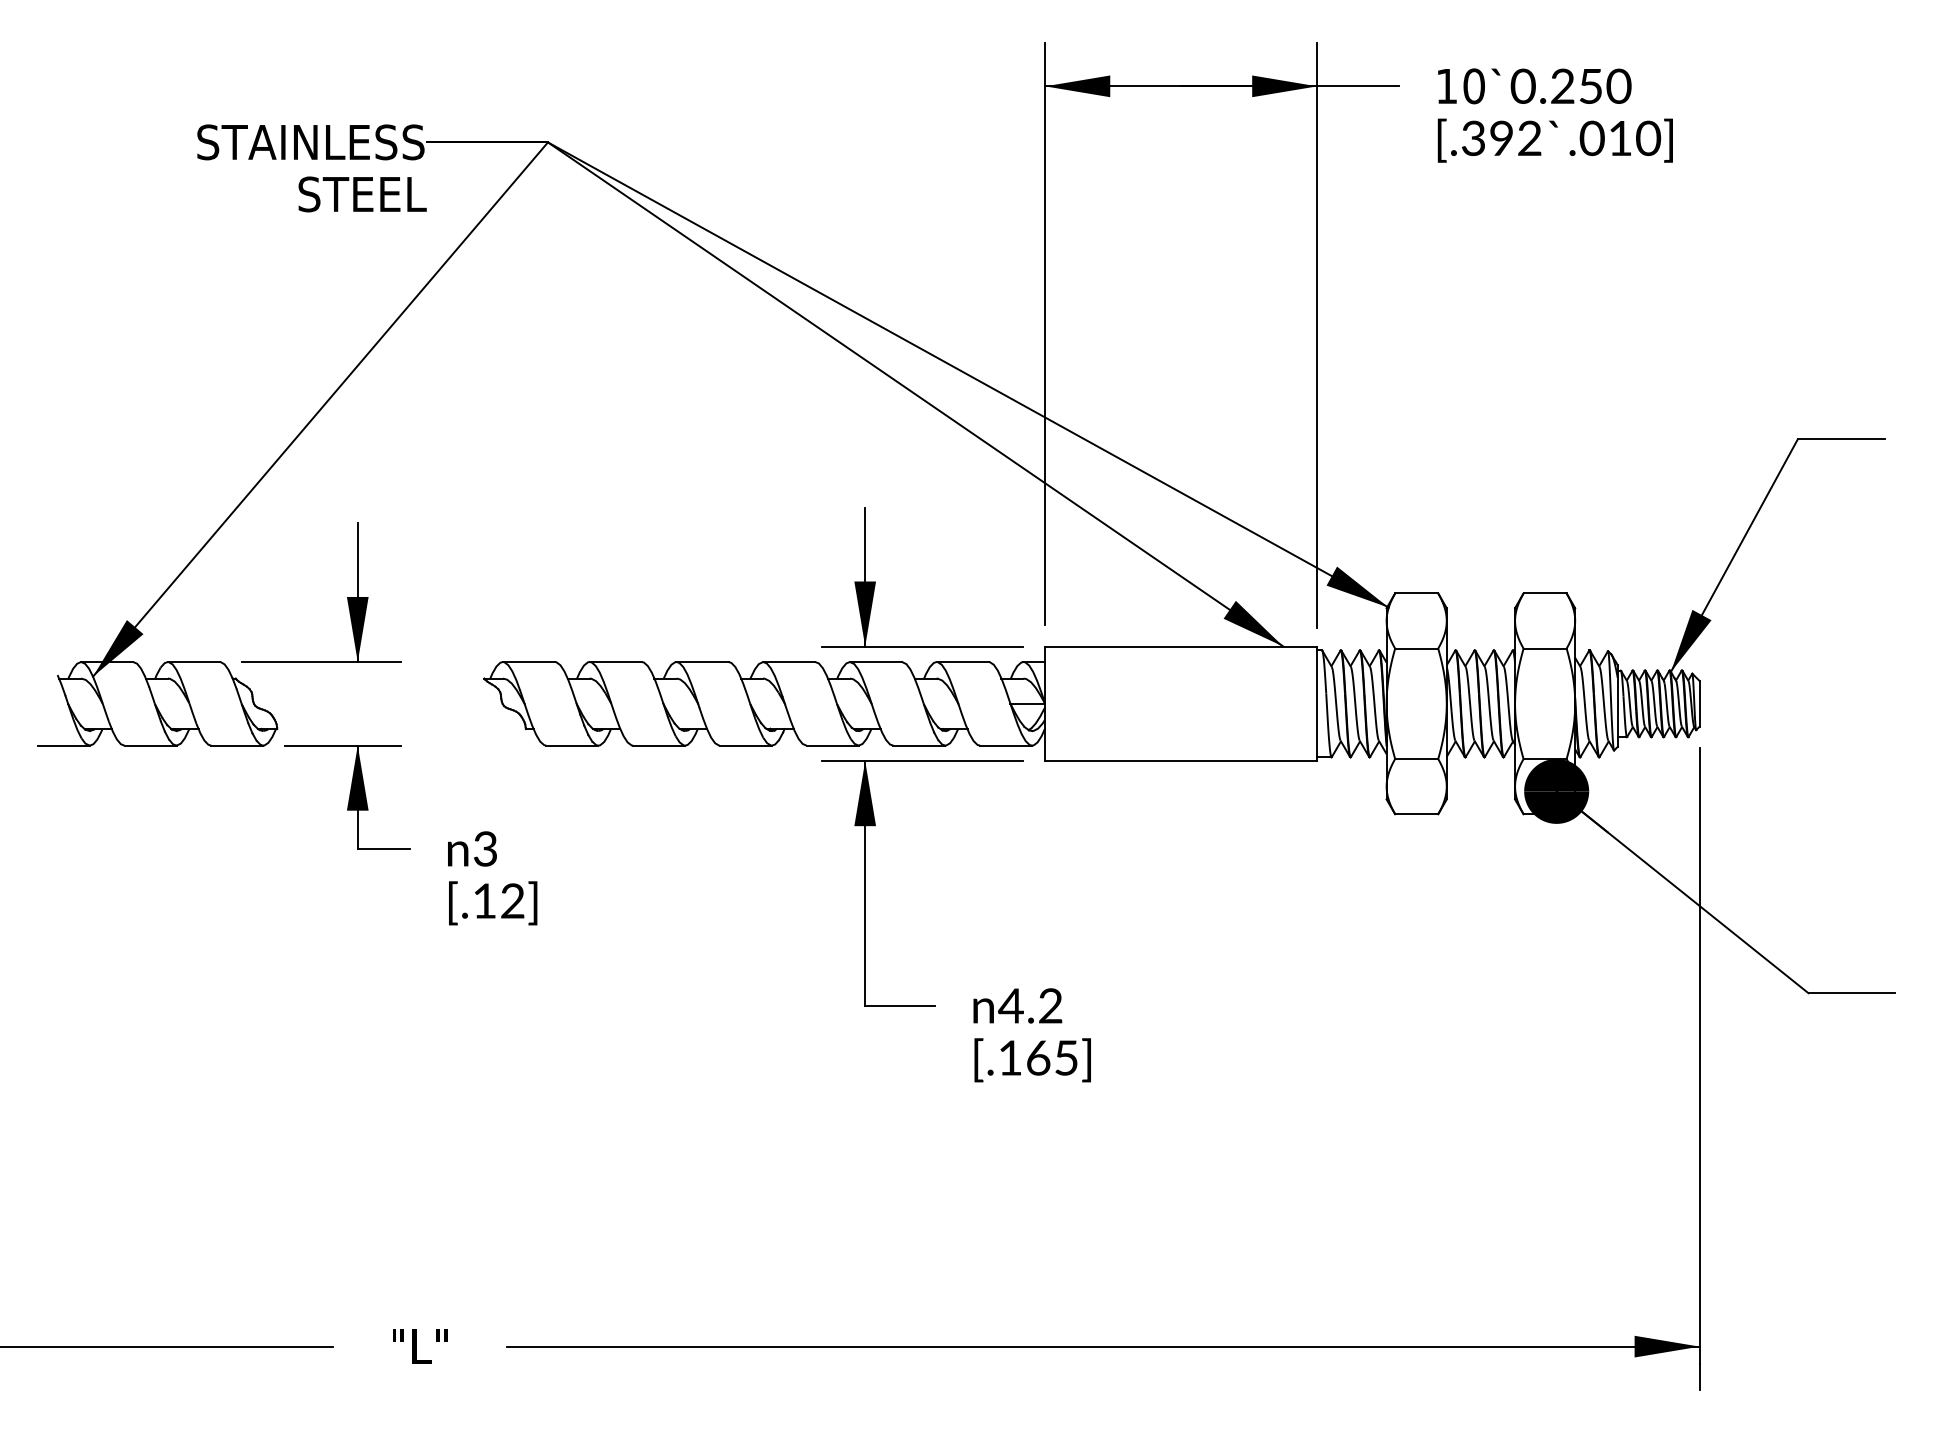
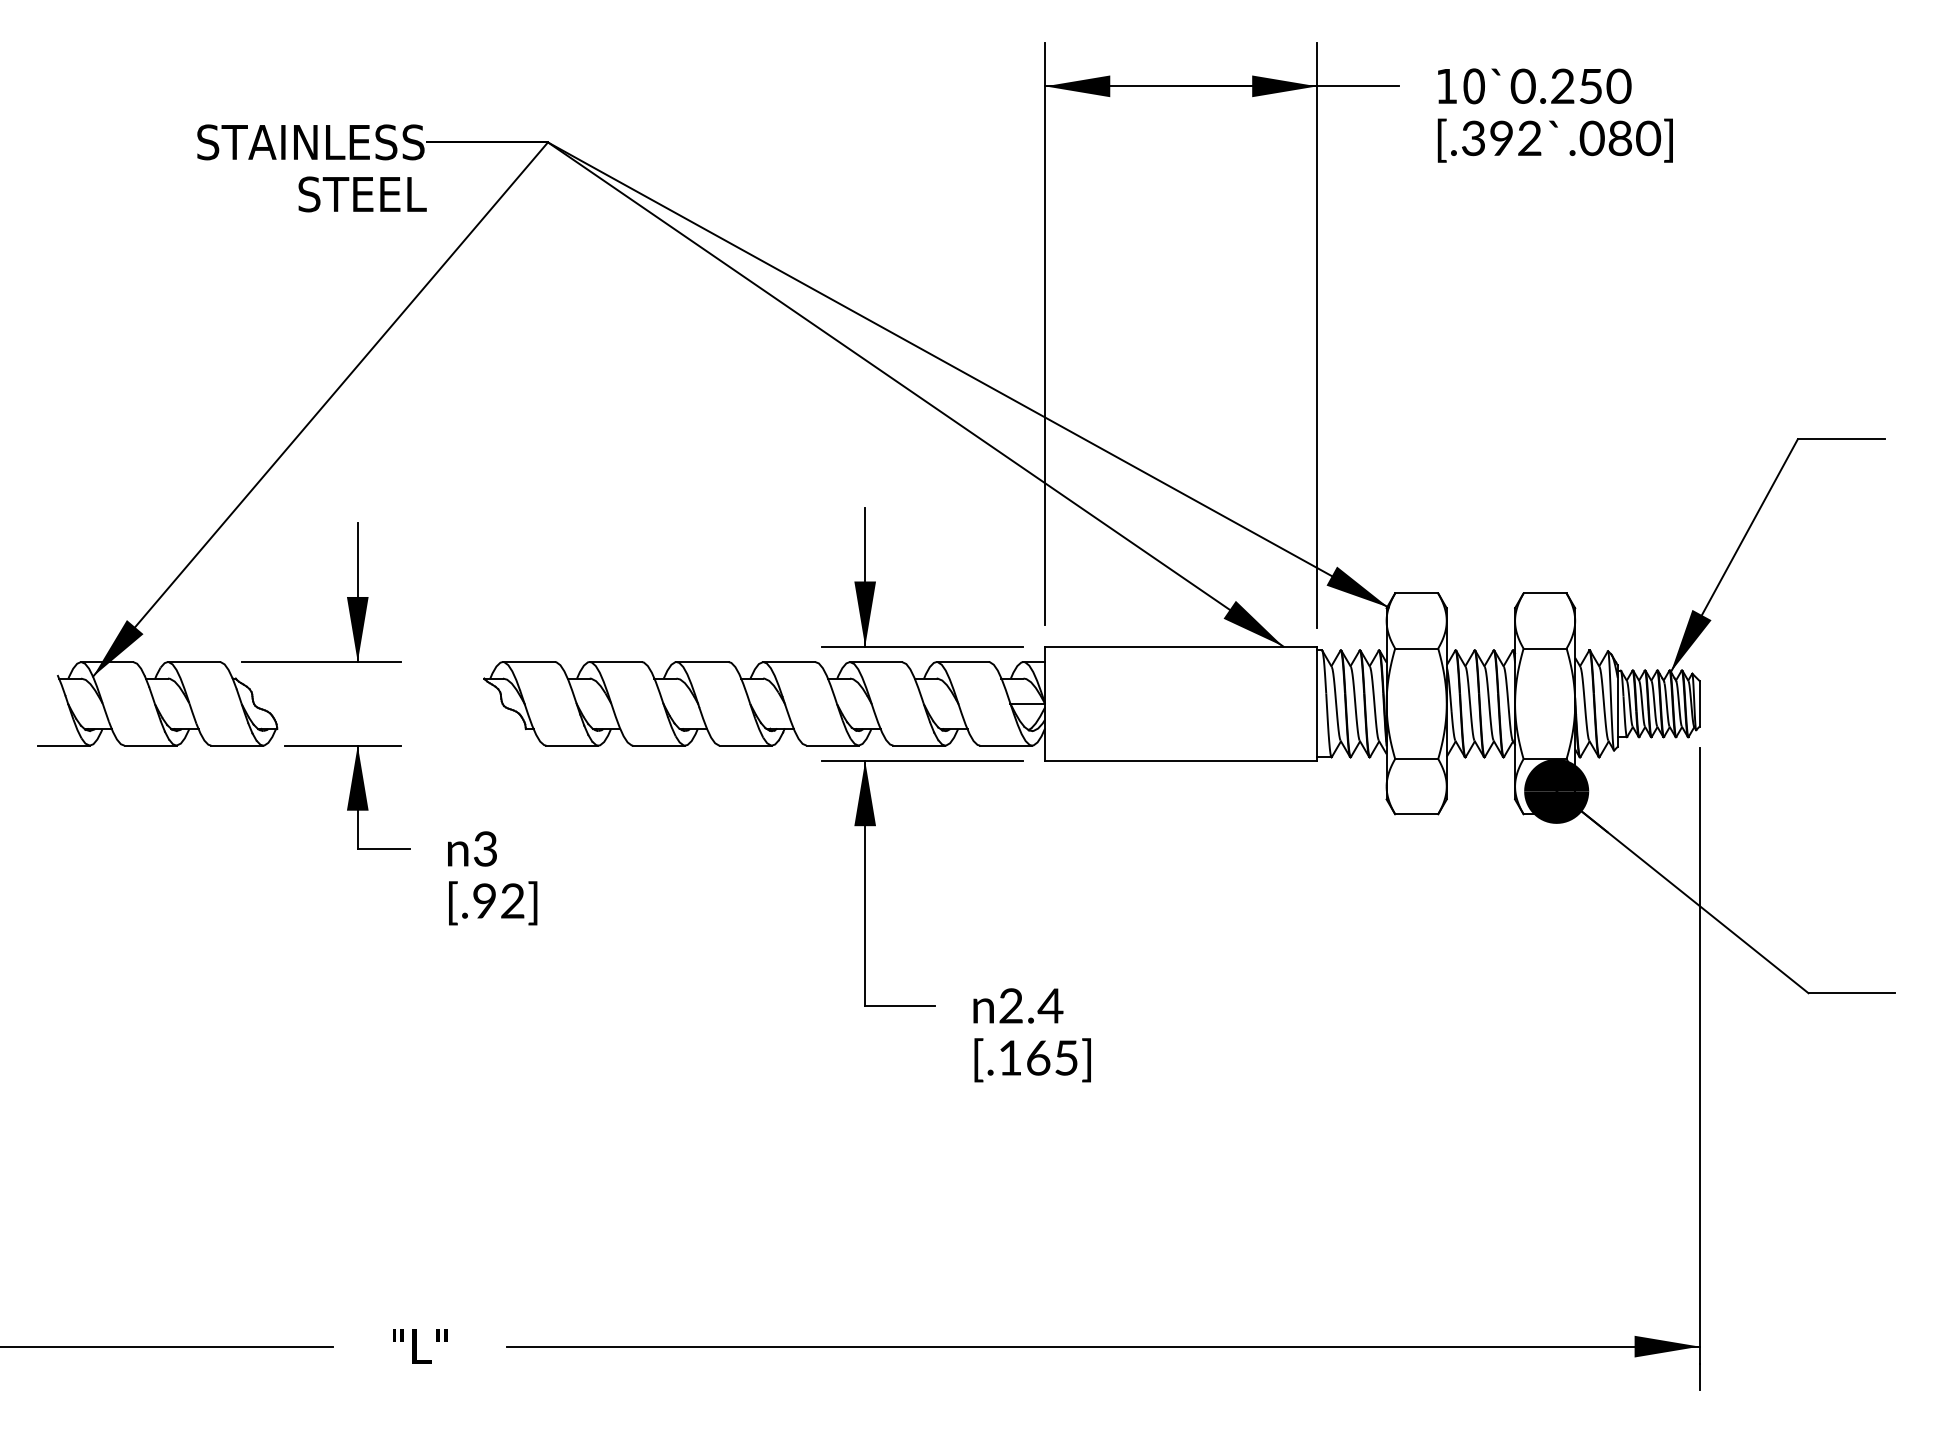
text at (1620, 138): .010] -> .080]
text at (484, 900): [.12] -> [.92]
text at (1030, 1005): 4.2 -> 2.4
